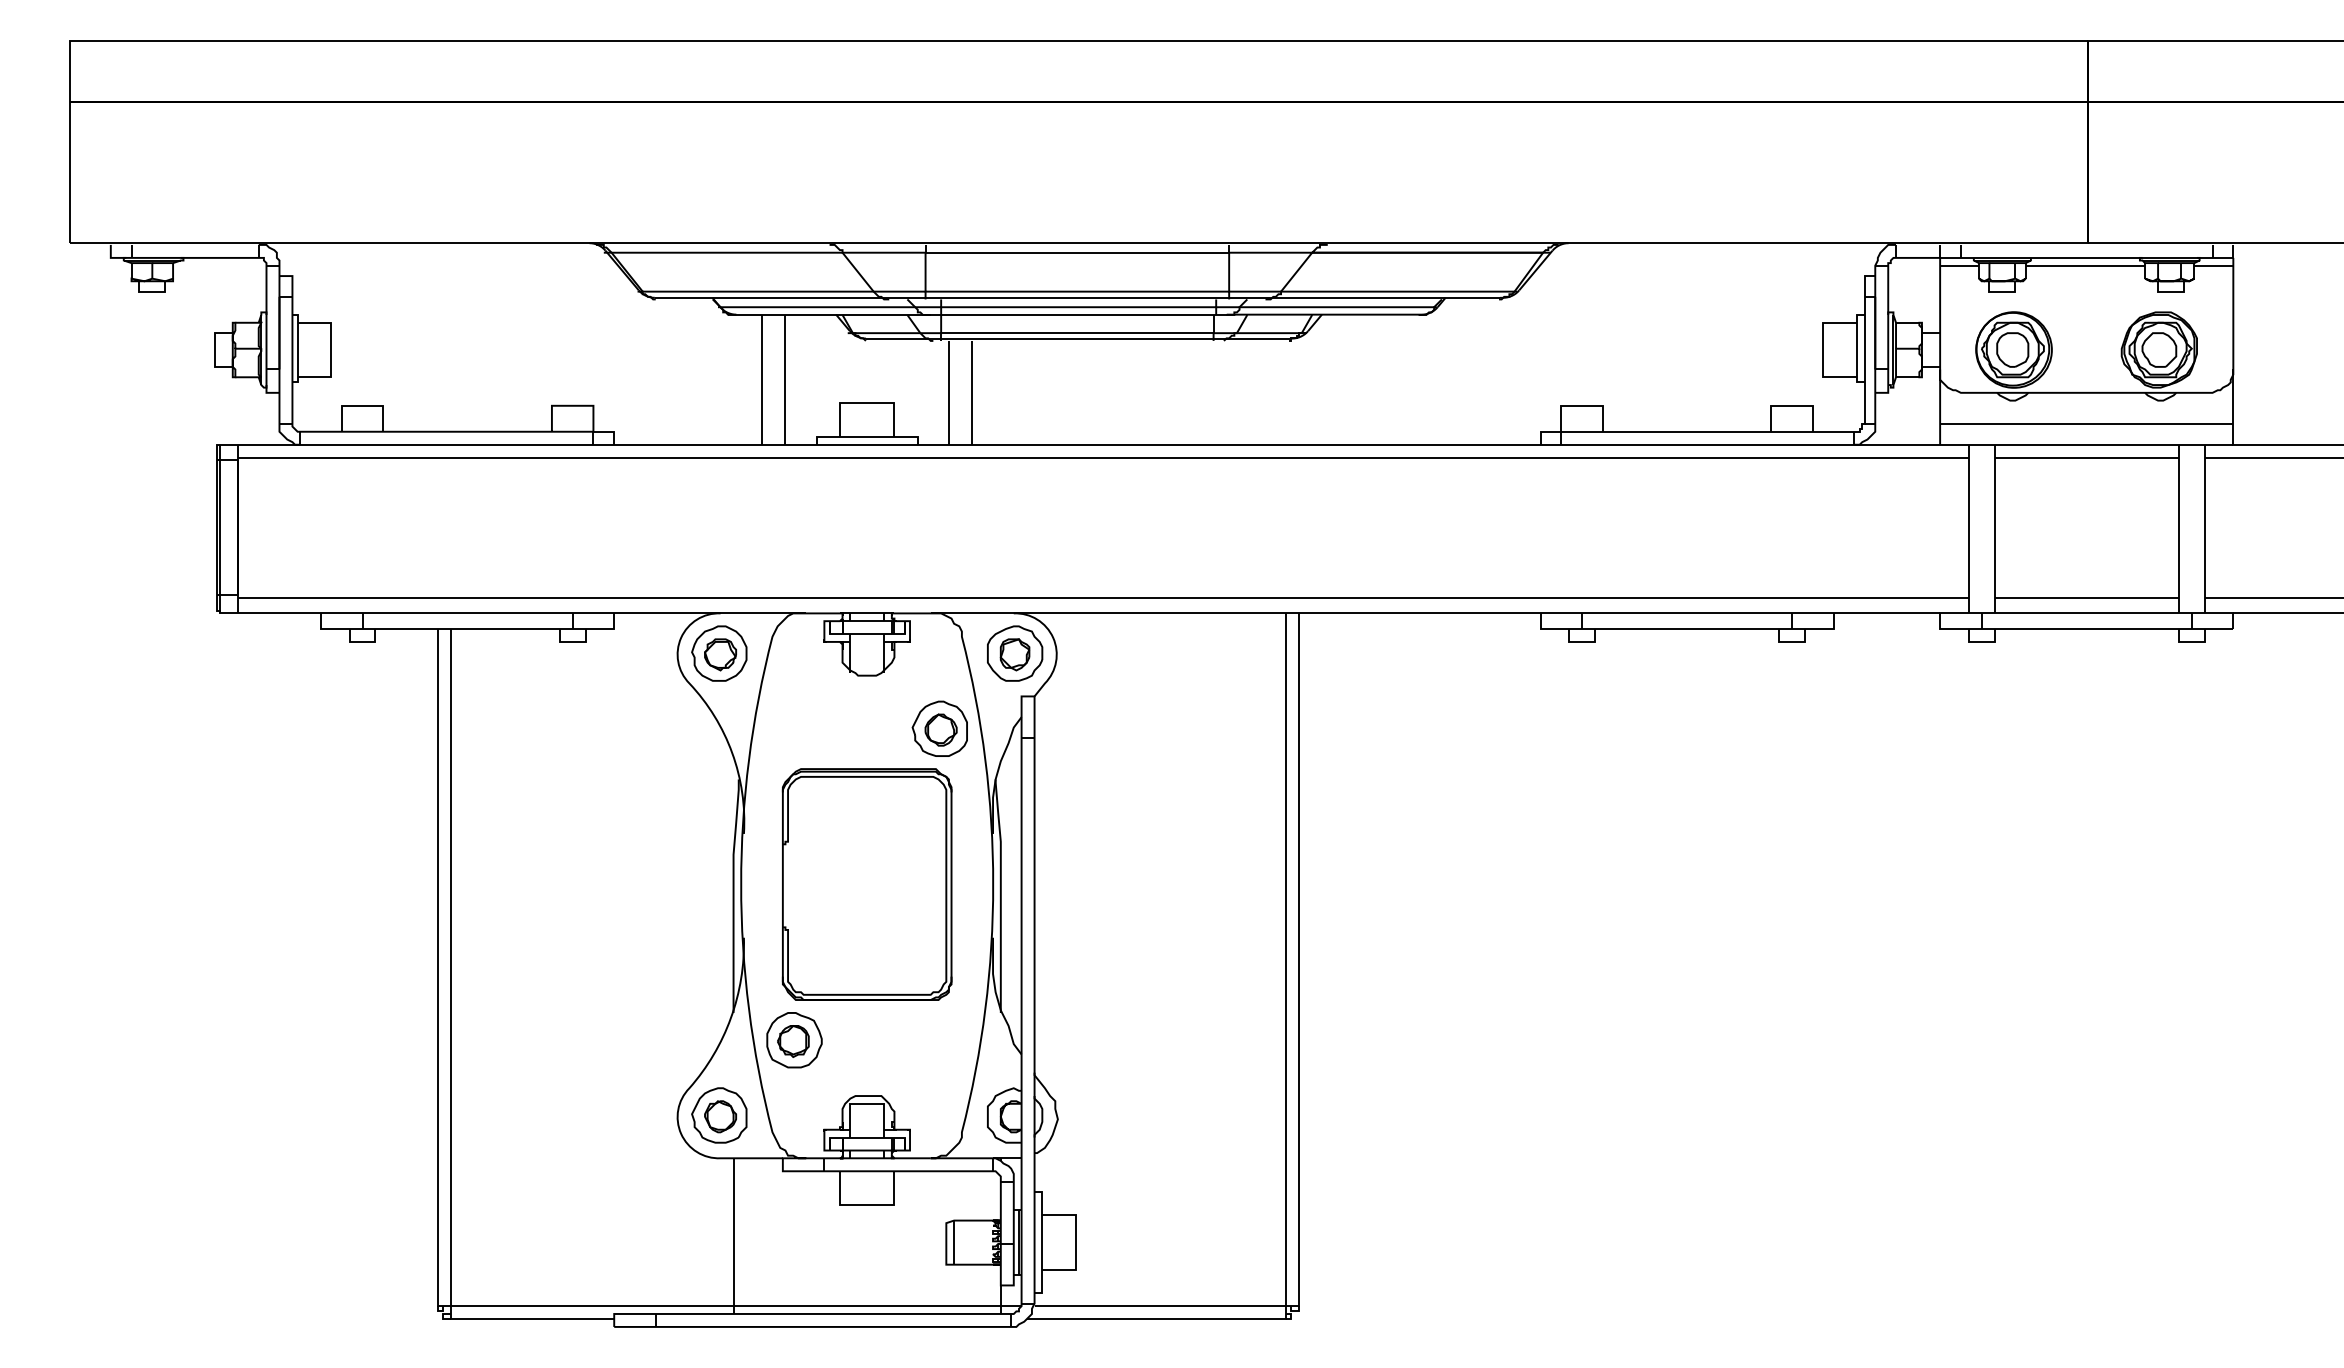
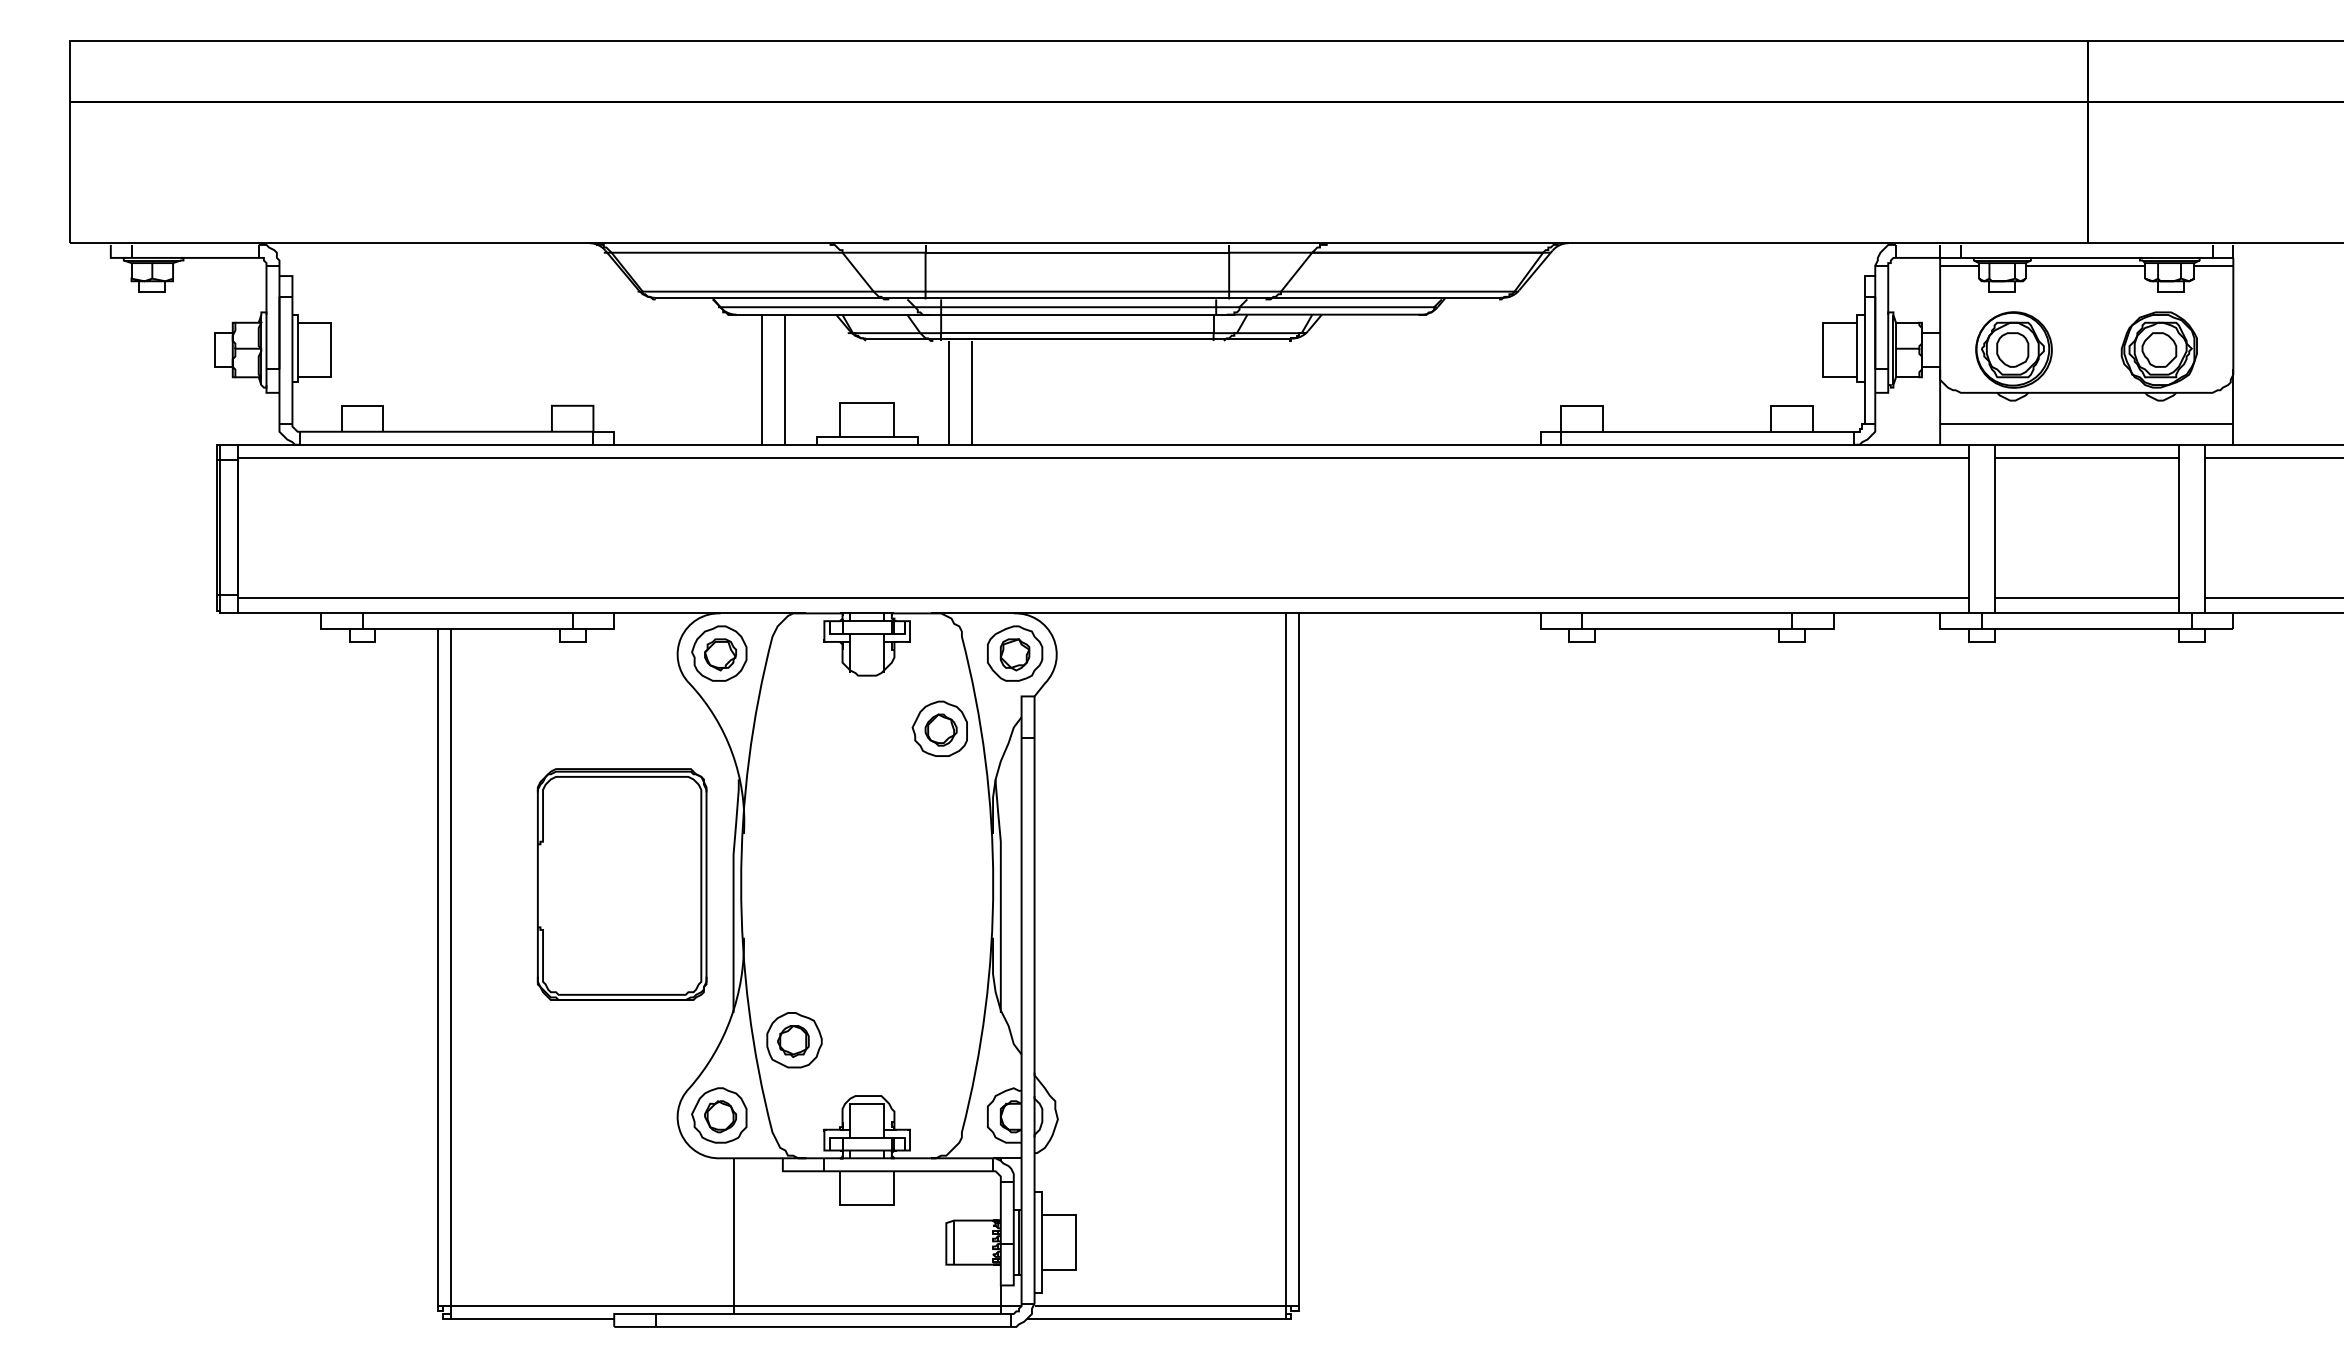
part at (866, 884) position: (866, 884) -> (621, 884)
